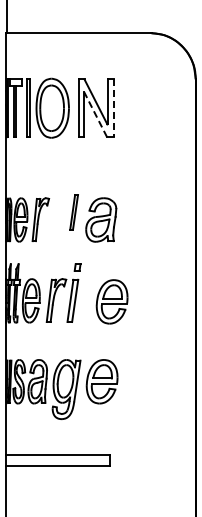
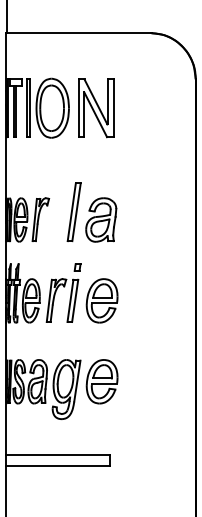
line at (113, 108): dashed -> solid
line at (95, 114): dashed -> solid
part at (73, 212) size: 10x37 px -> 16x61 px
part at (111, 301) position: (111, 301) -> (101, 300)
